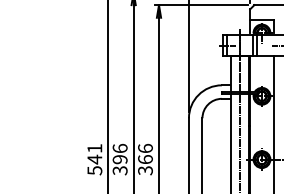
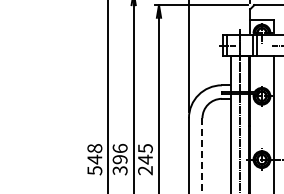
text at (94, 148): 541 -> 548
line at (202, 156): solid -> dashed
text at (145, 159): 366 -> 245
